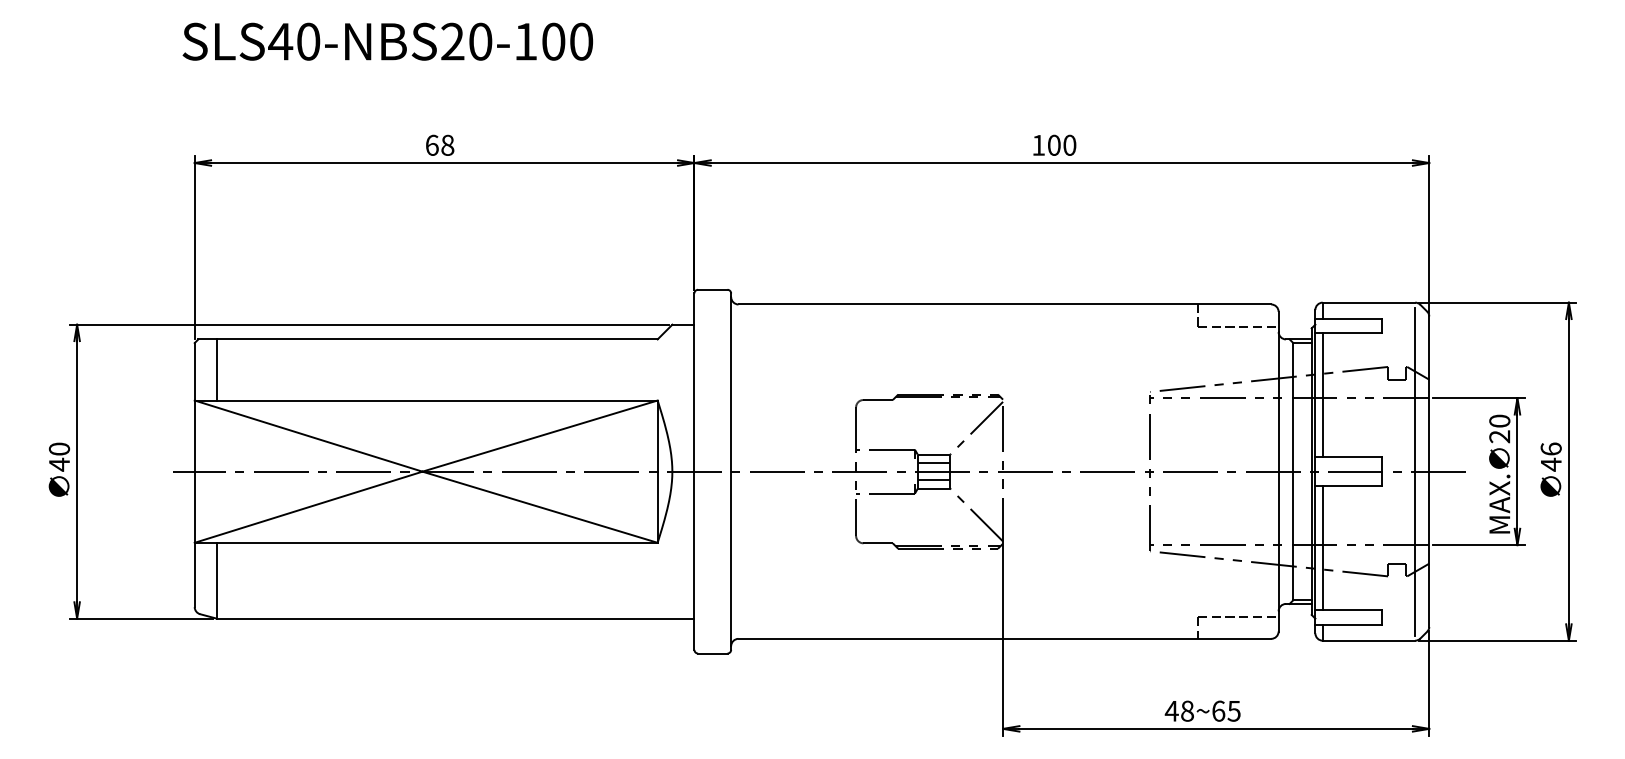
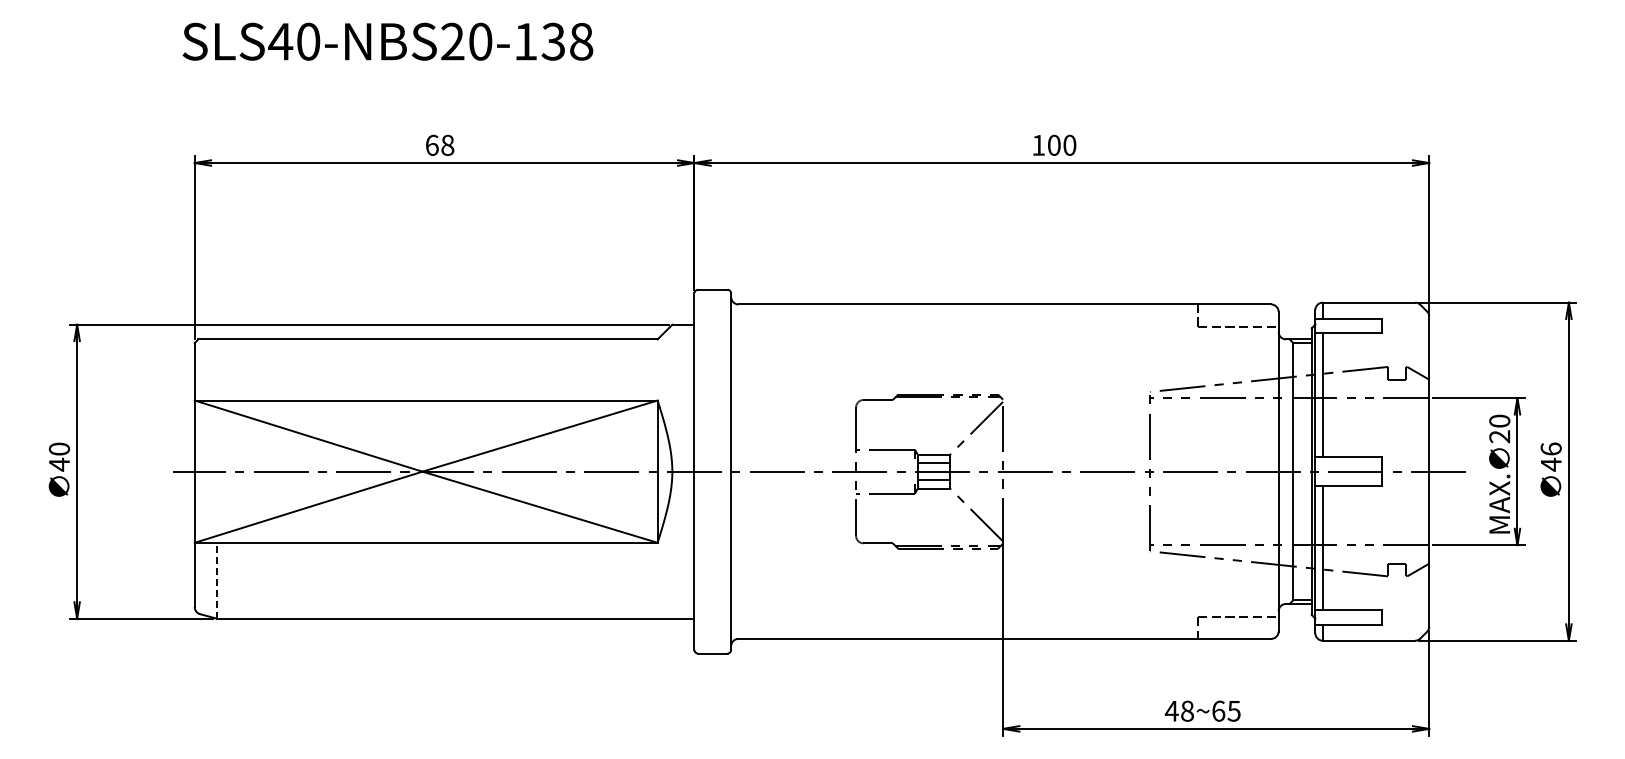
text at (567, 41): SLS40-NBS20-100 -> SLS40-NBS20-138
line at (216, 369): present -> none
line at (1415, 471): present -> none
line at (216, 580): solid -> dashed
